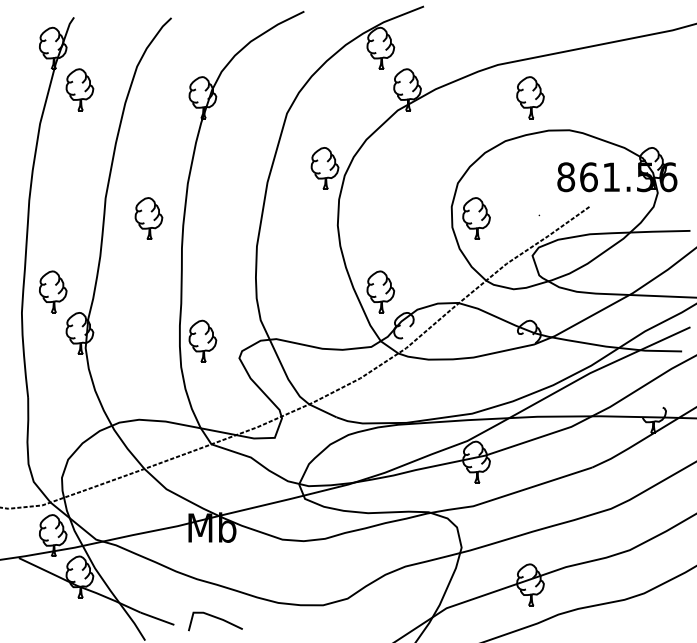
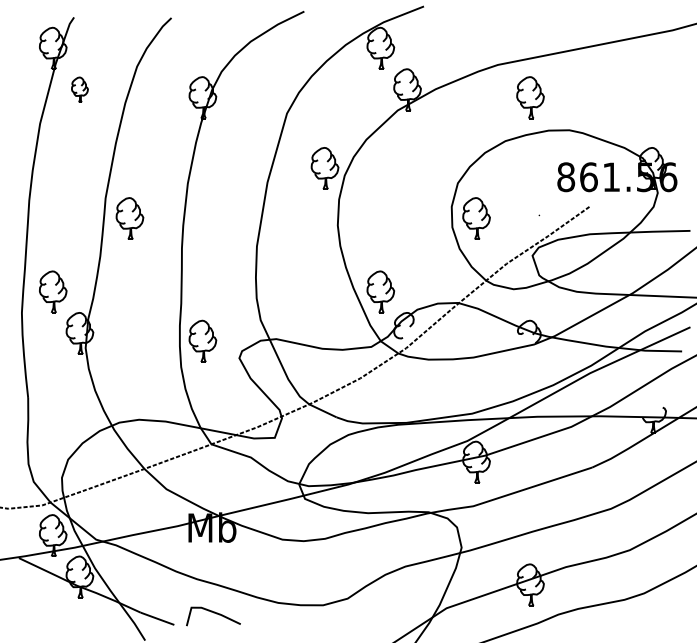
part at (79, 89) size: 30x44 px -> 18x27 px
part at (148, 218) position: (148, 218) -> (129, 218)
line at (215, 618) position: (215, 618) -> (213, 613)
